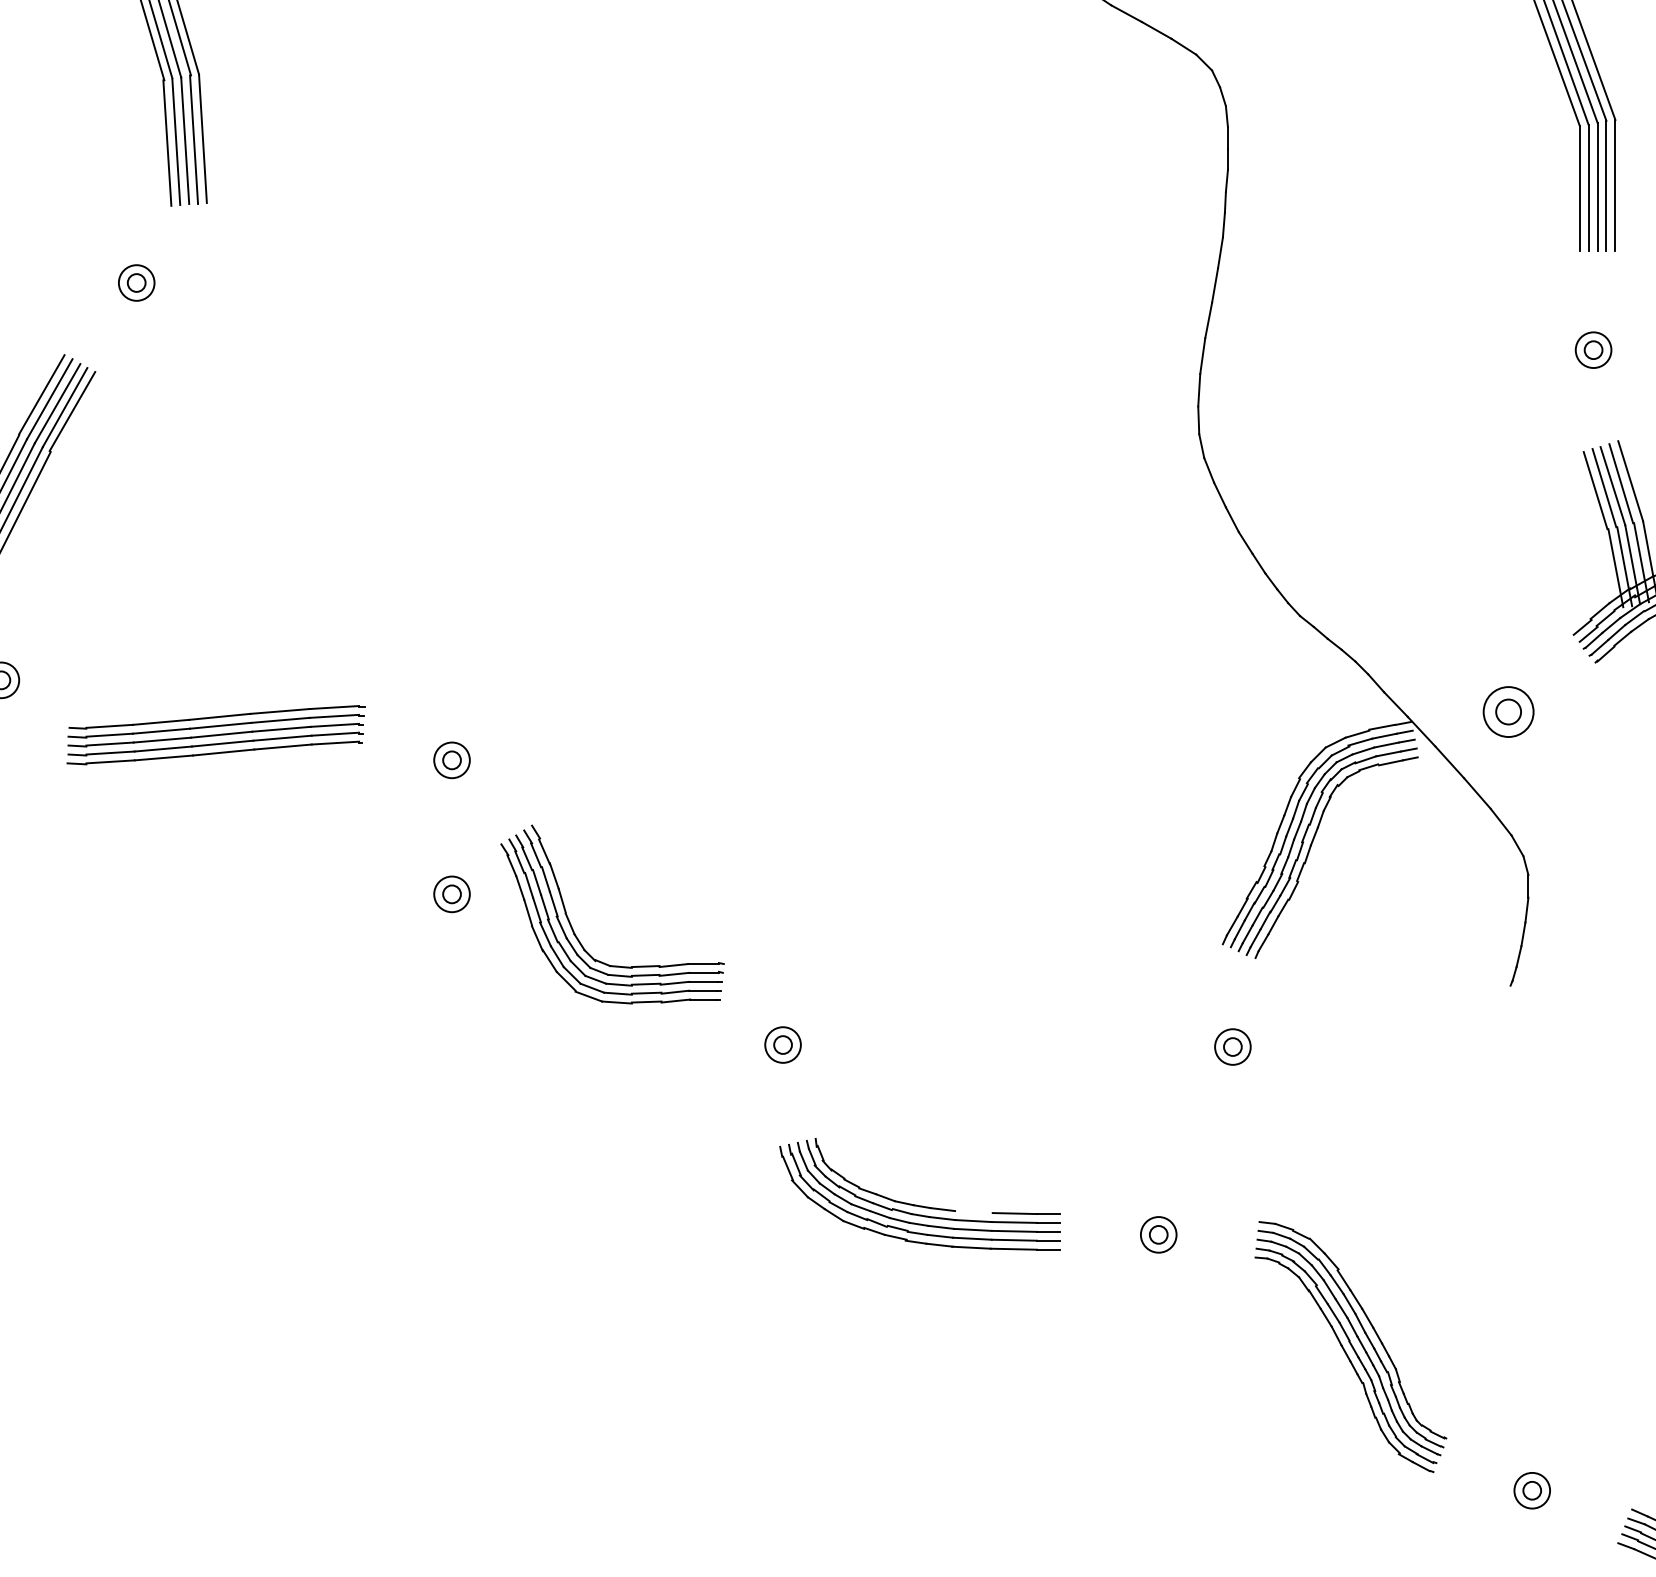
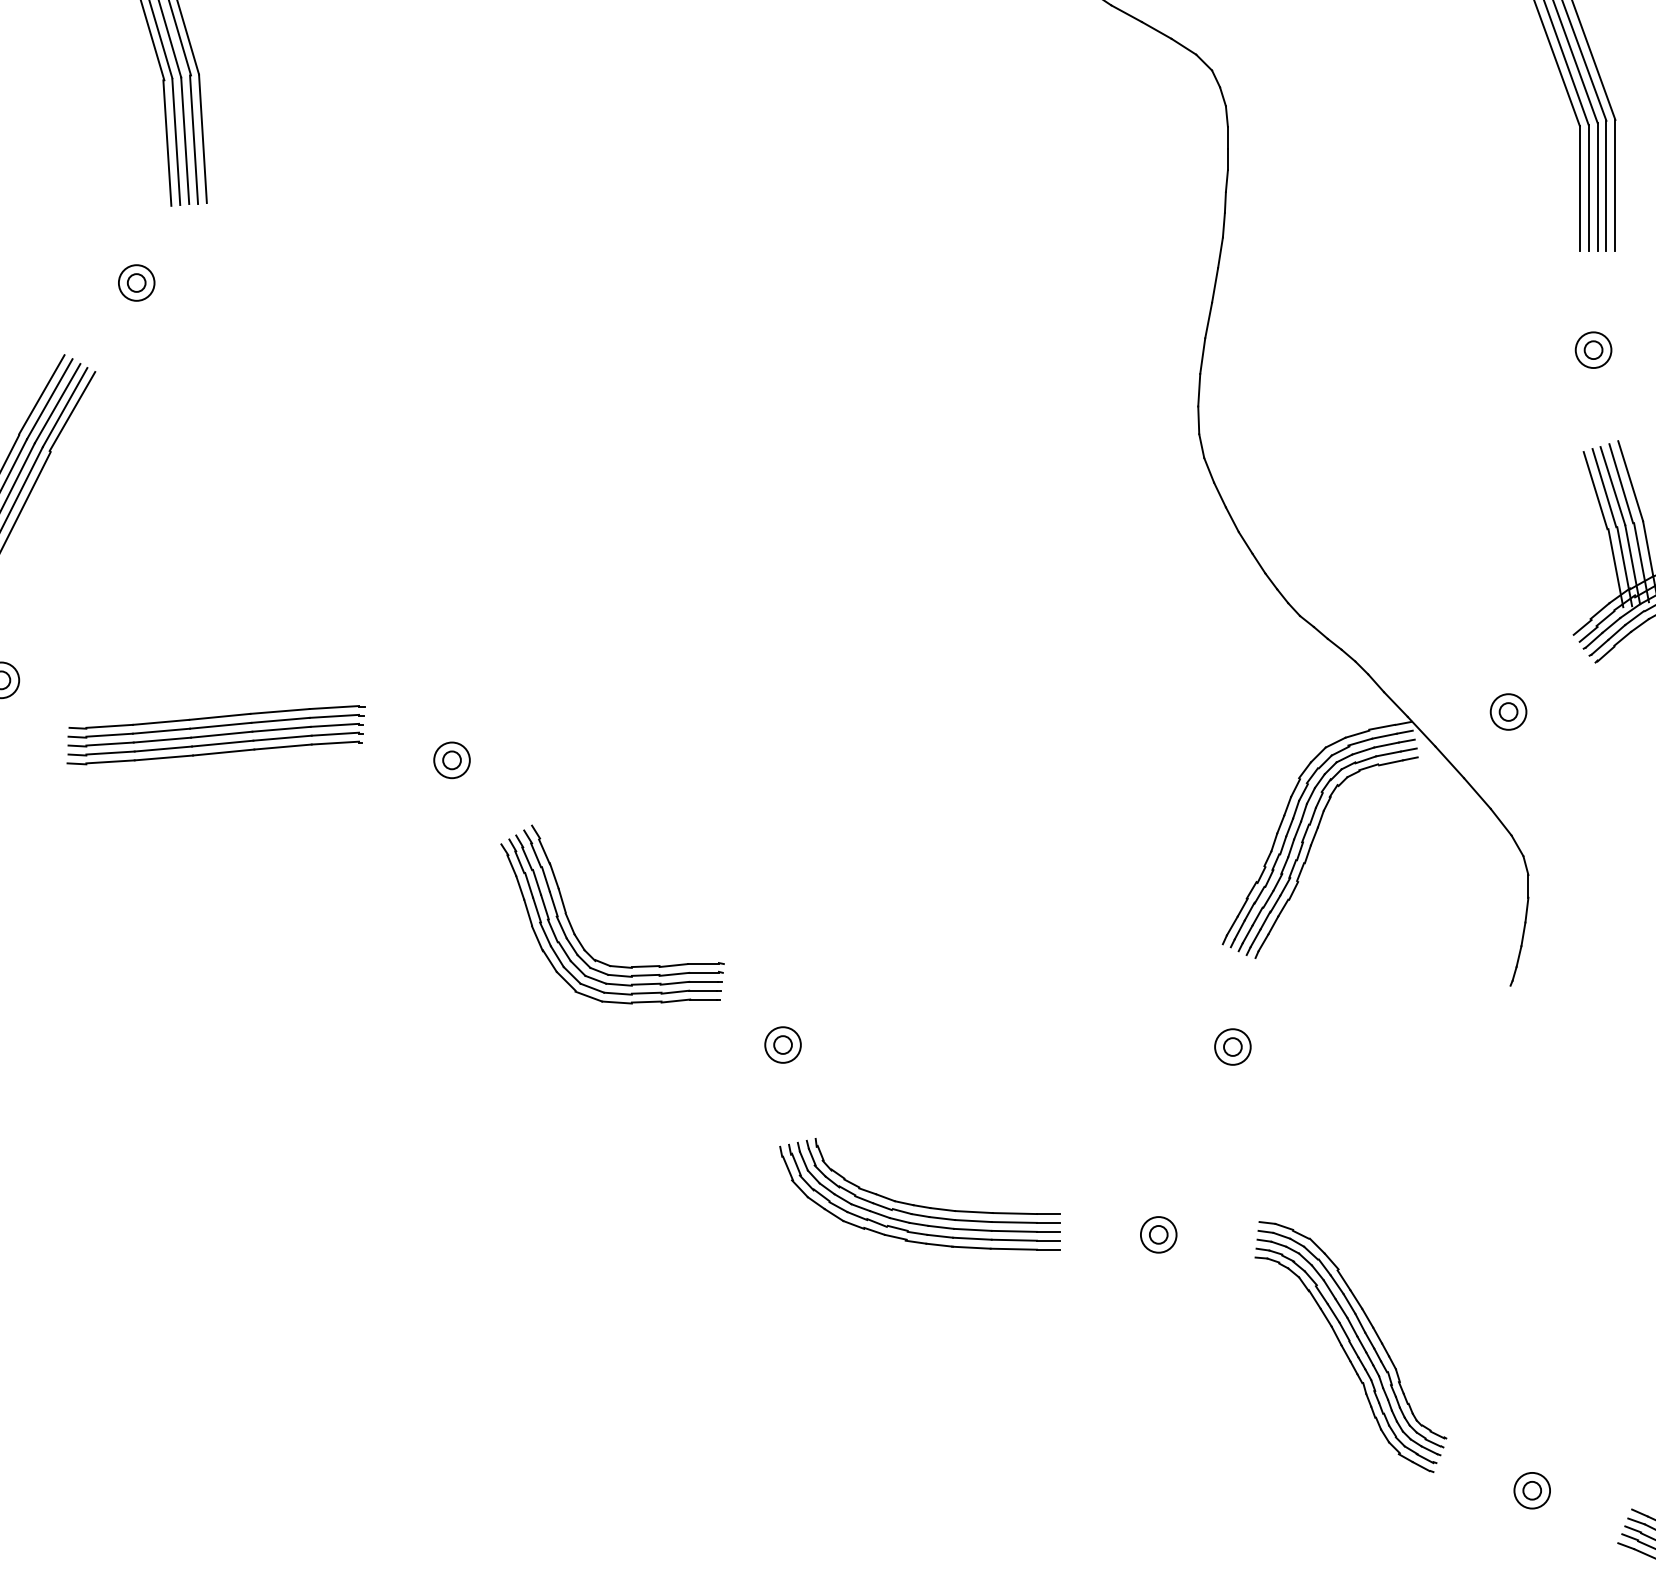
part at (1508, 711) size: 53x52 px -> 39x38 px
part at (451, 894): present -> none
line at (973, 1212): none -> present
